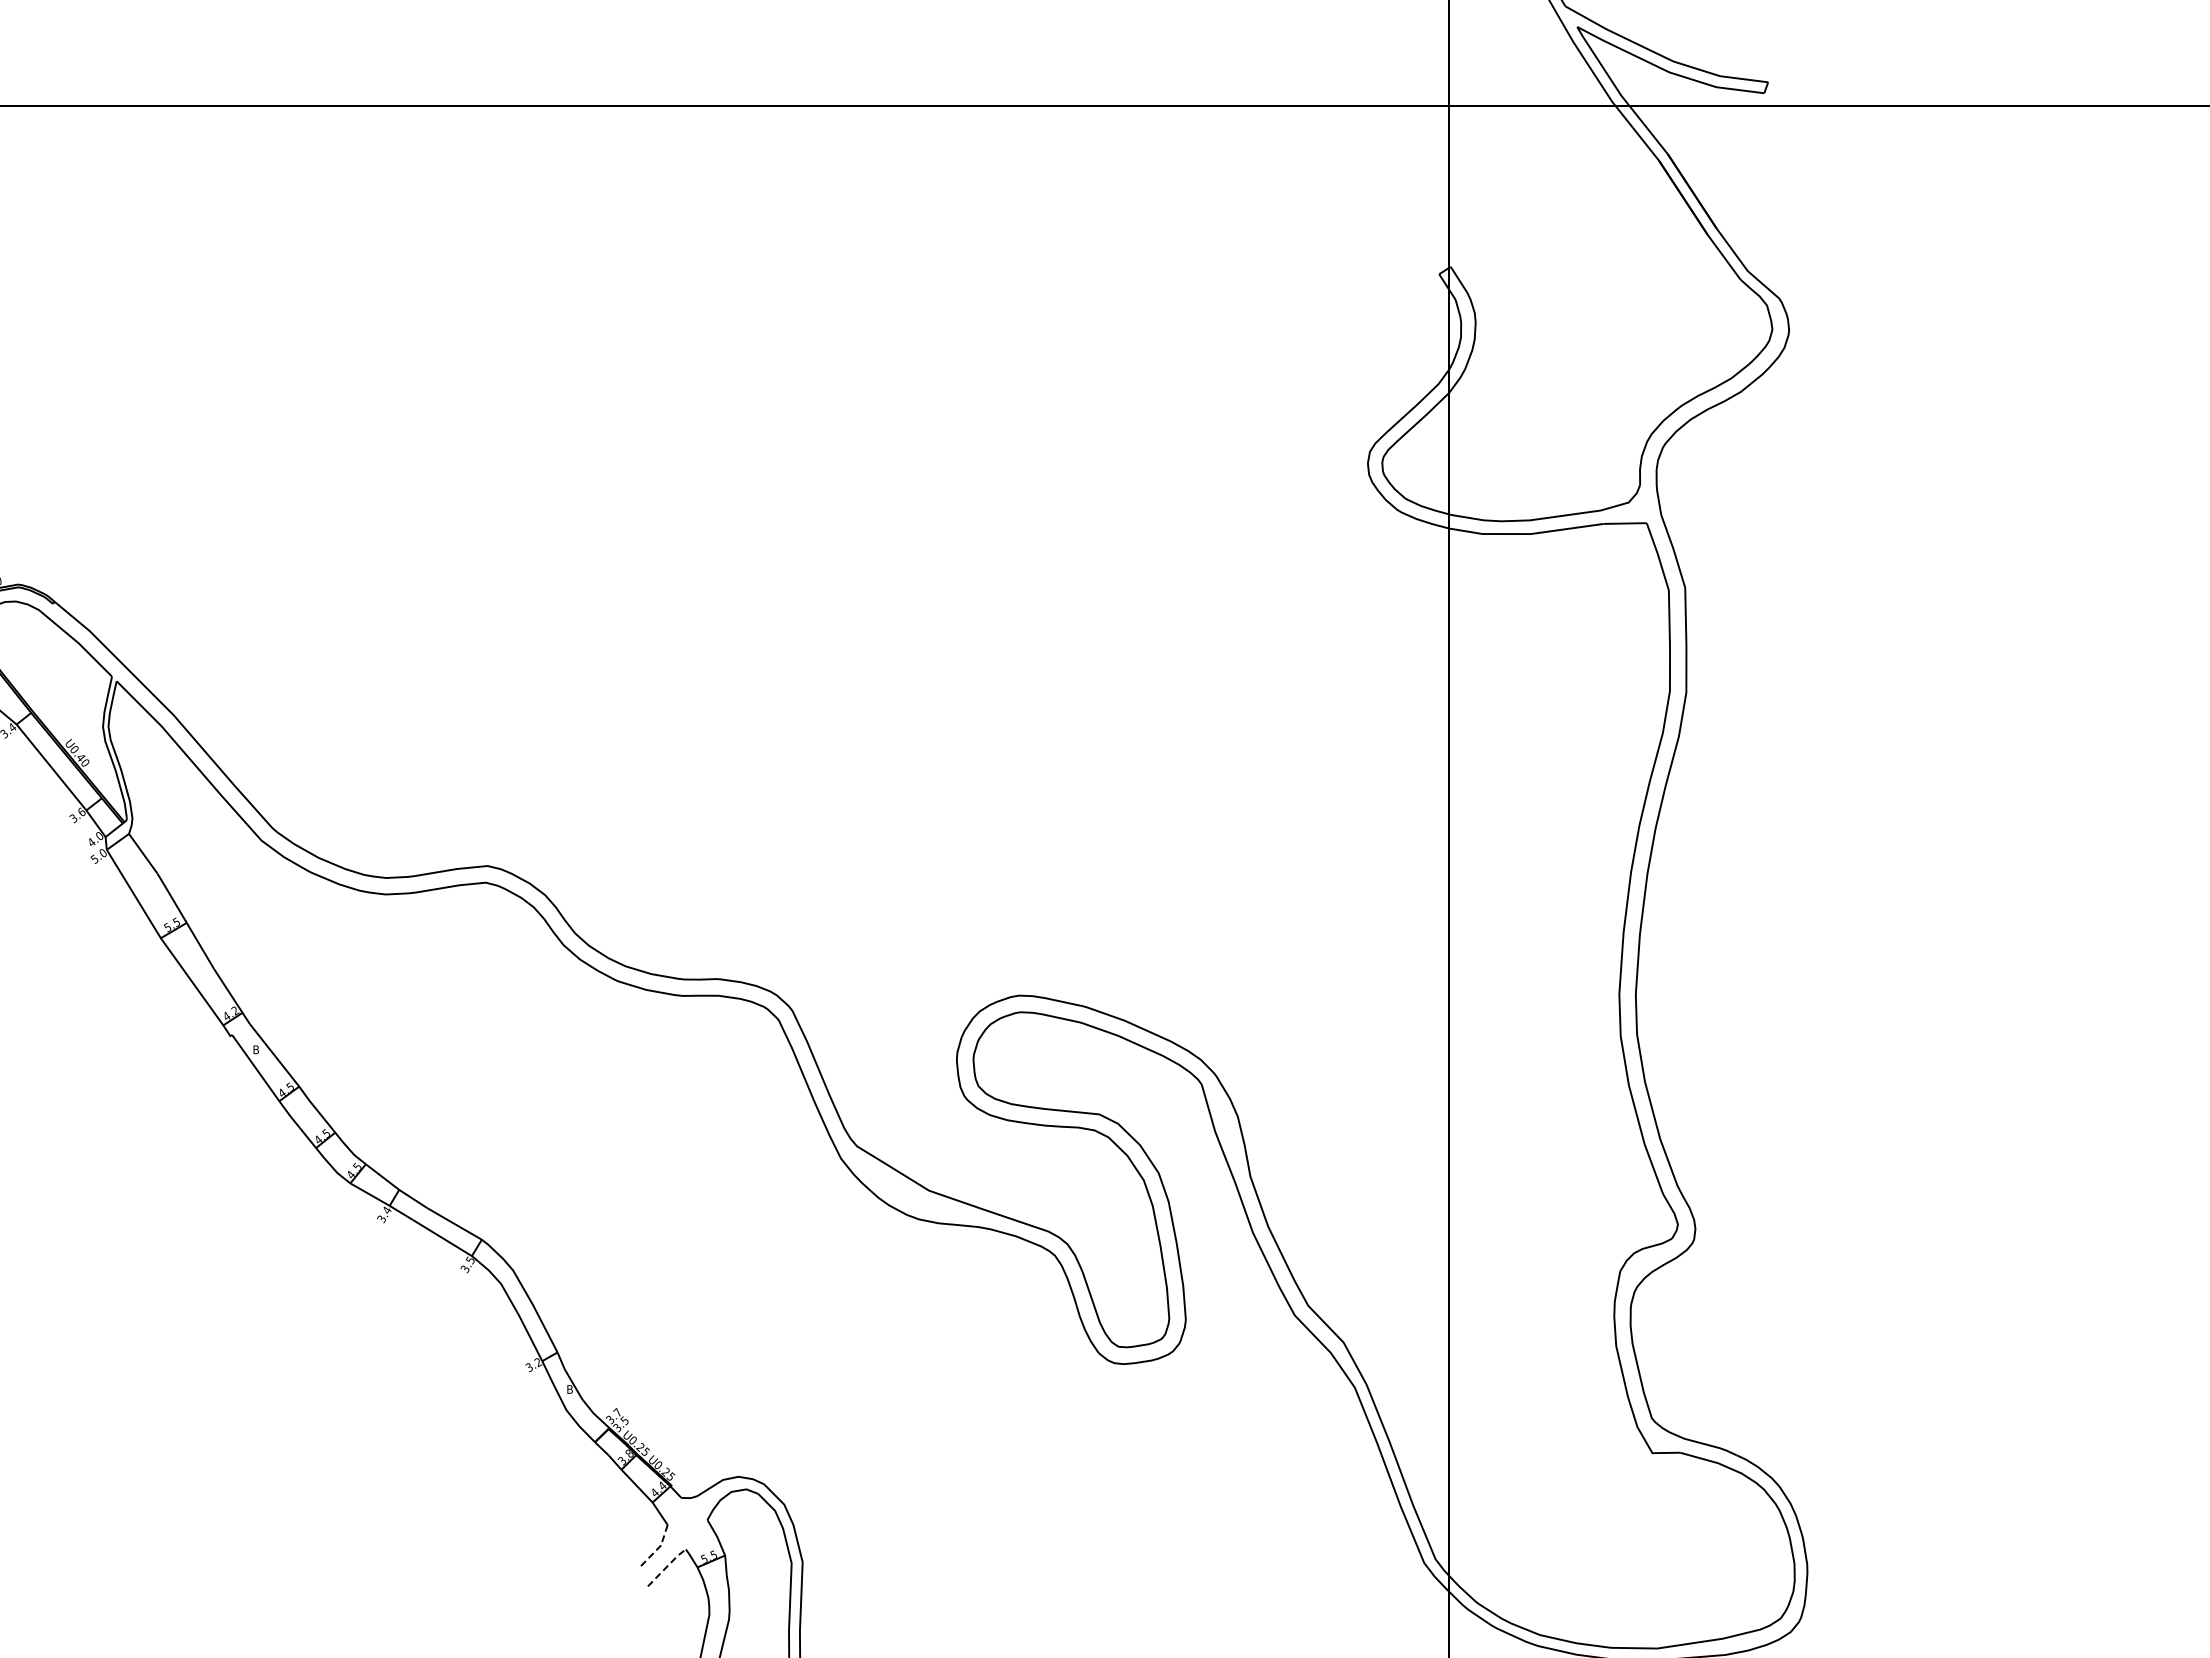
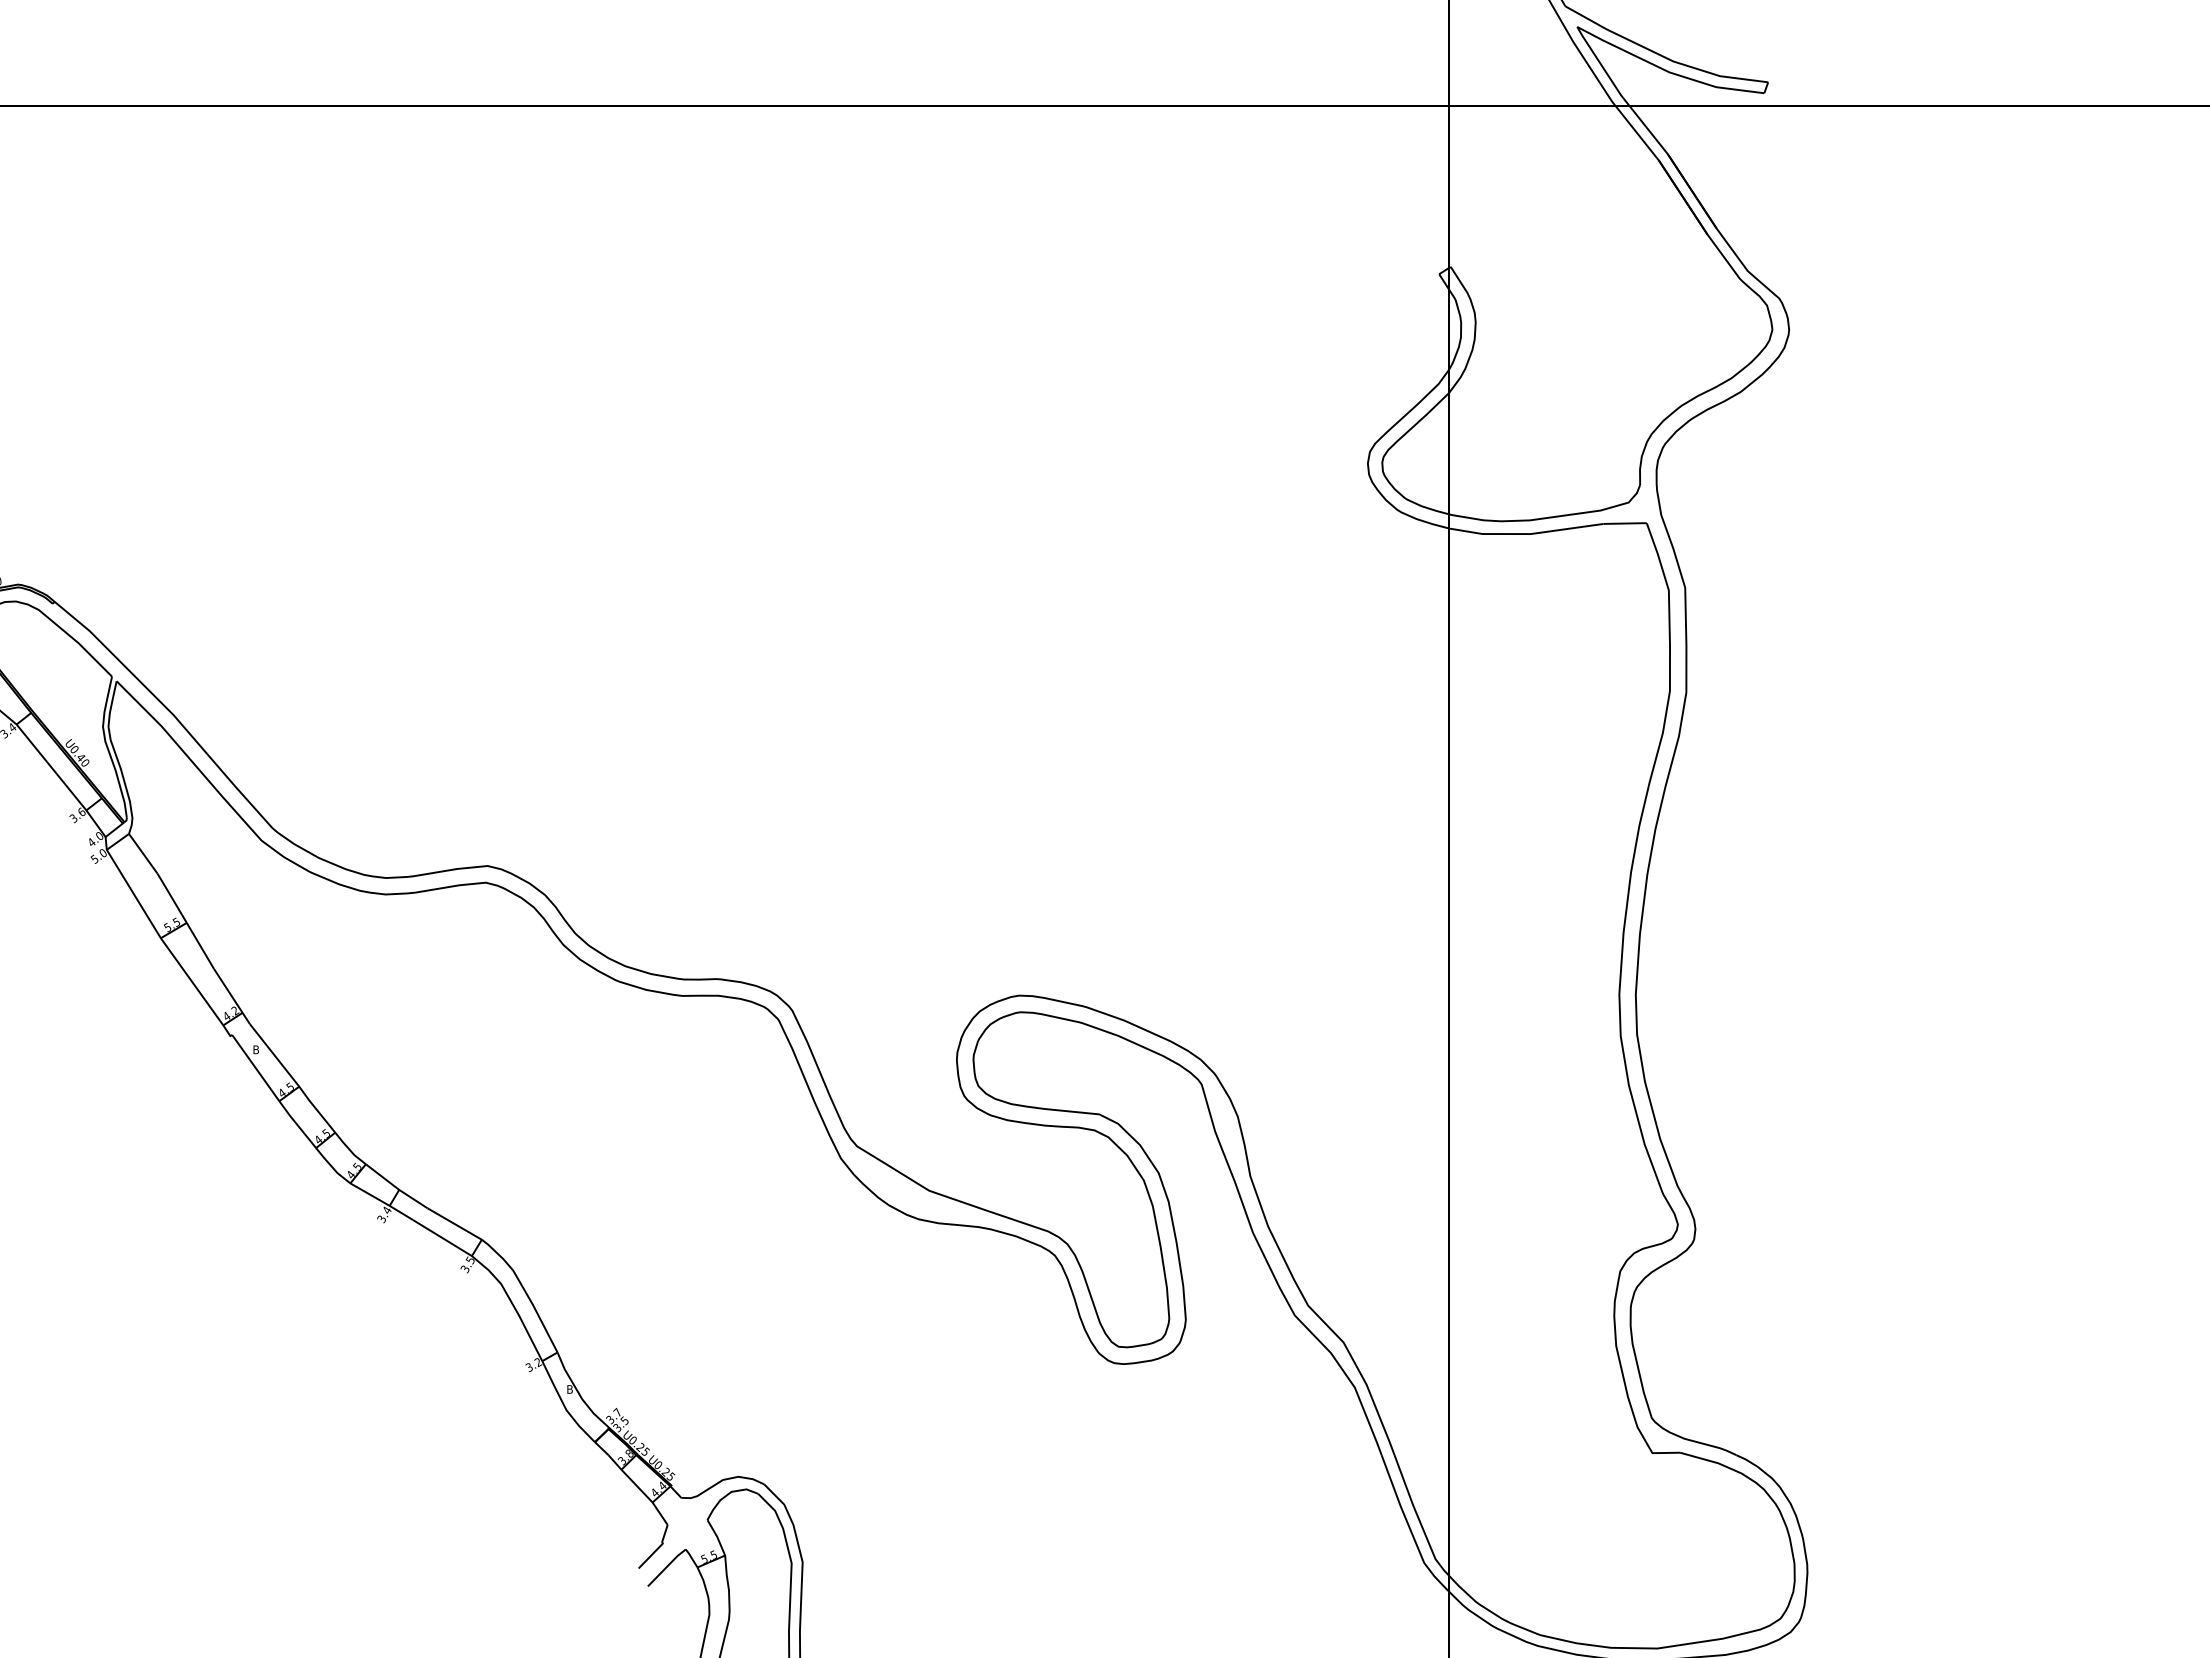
line at (658, 1548): dashed -> solid
line at (667, 1566): dashed -> solid
